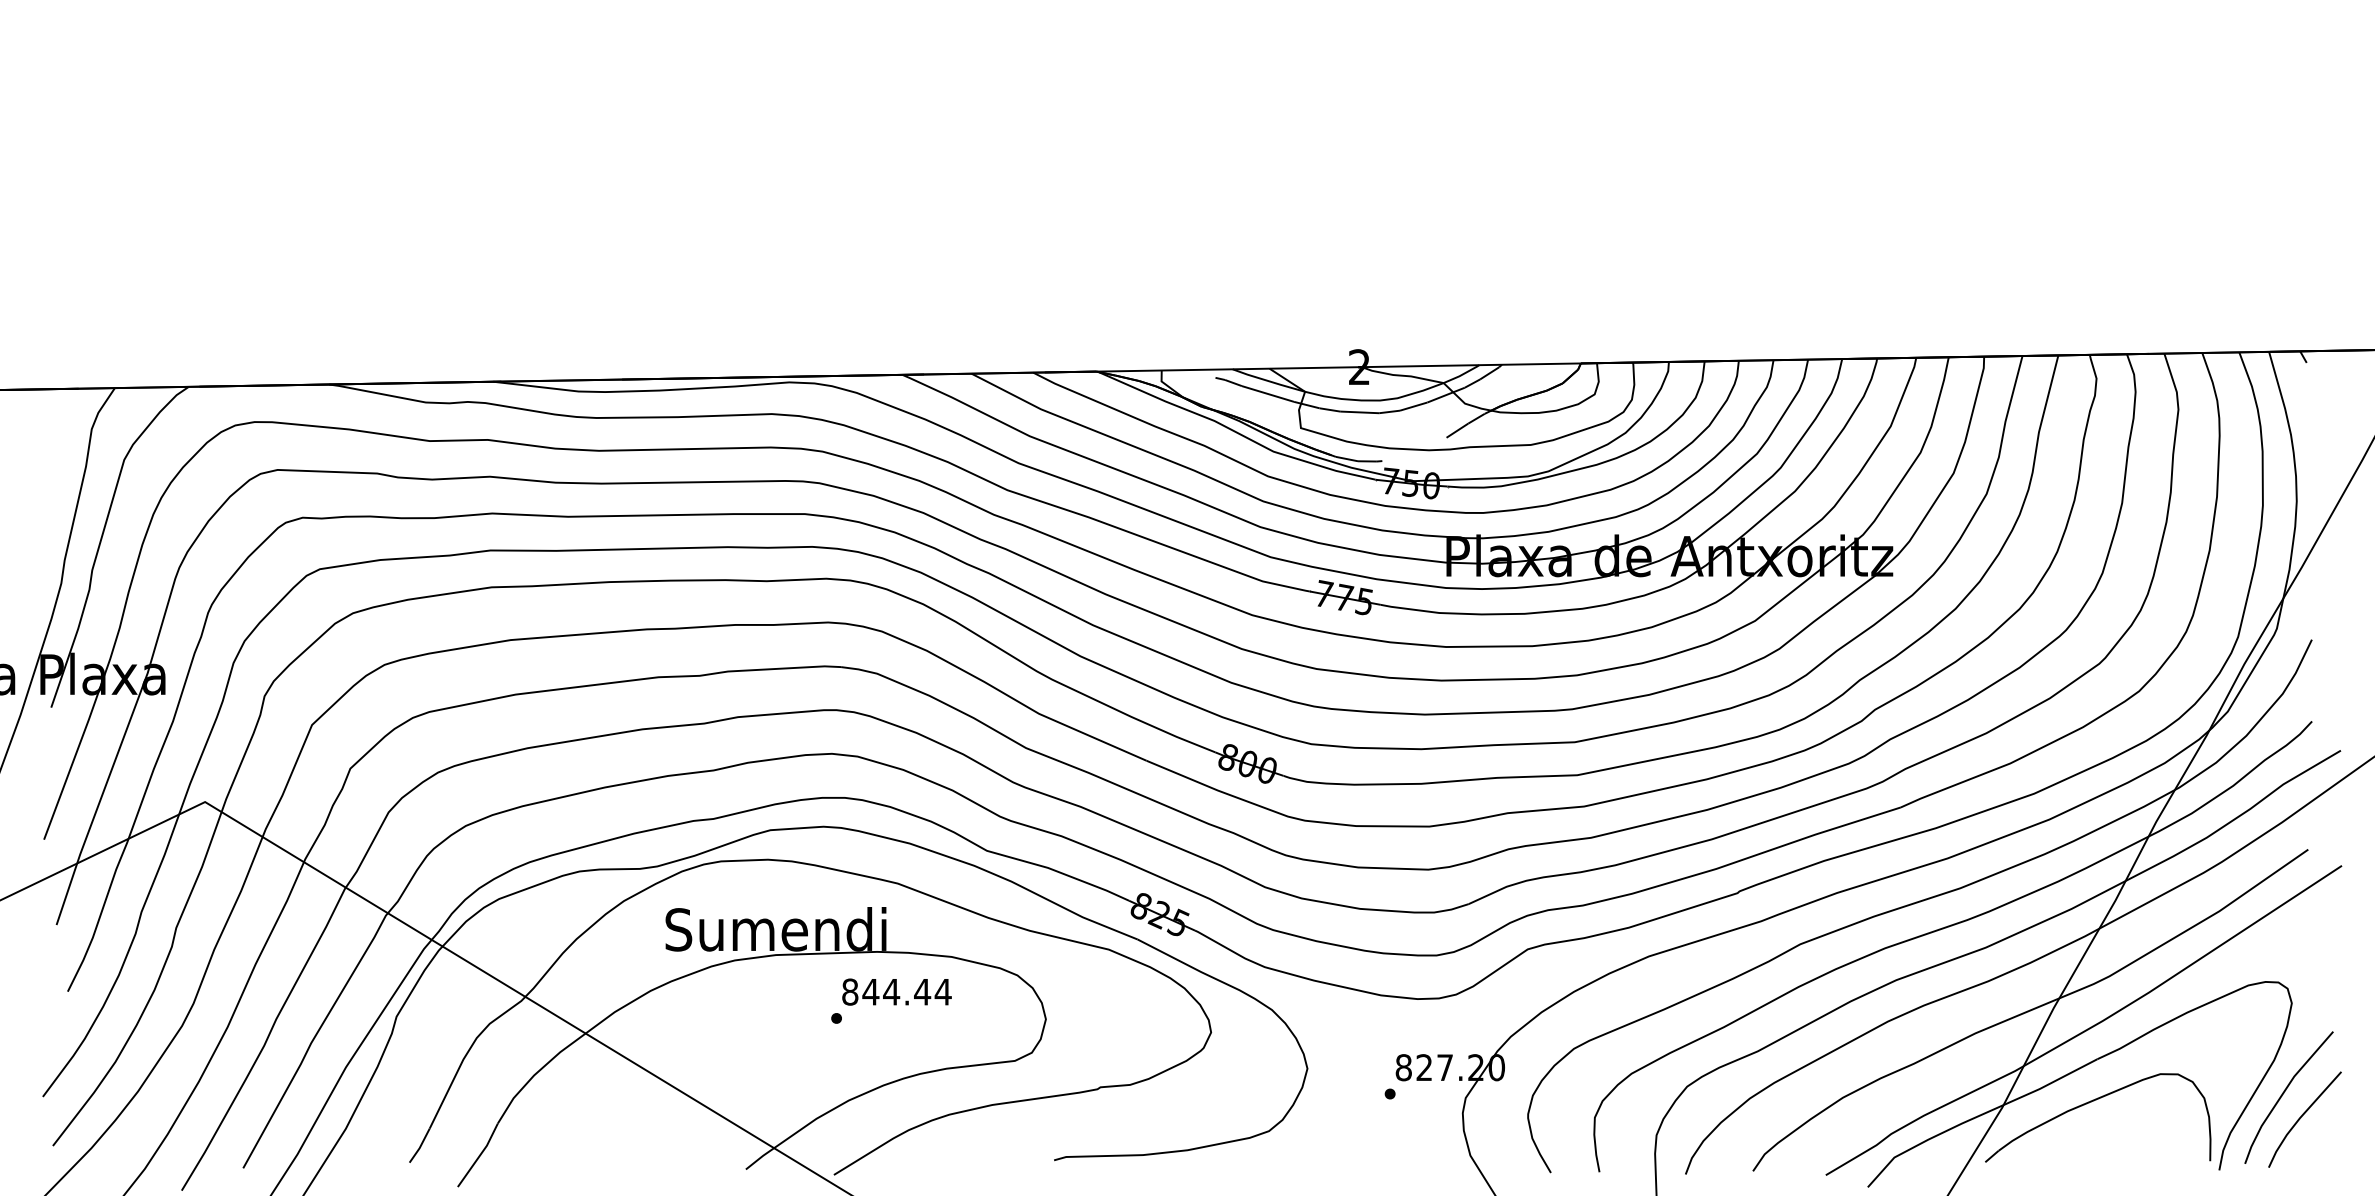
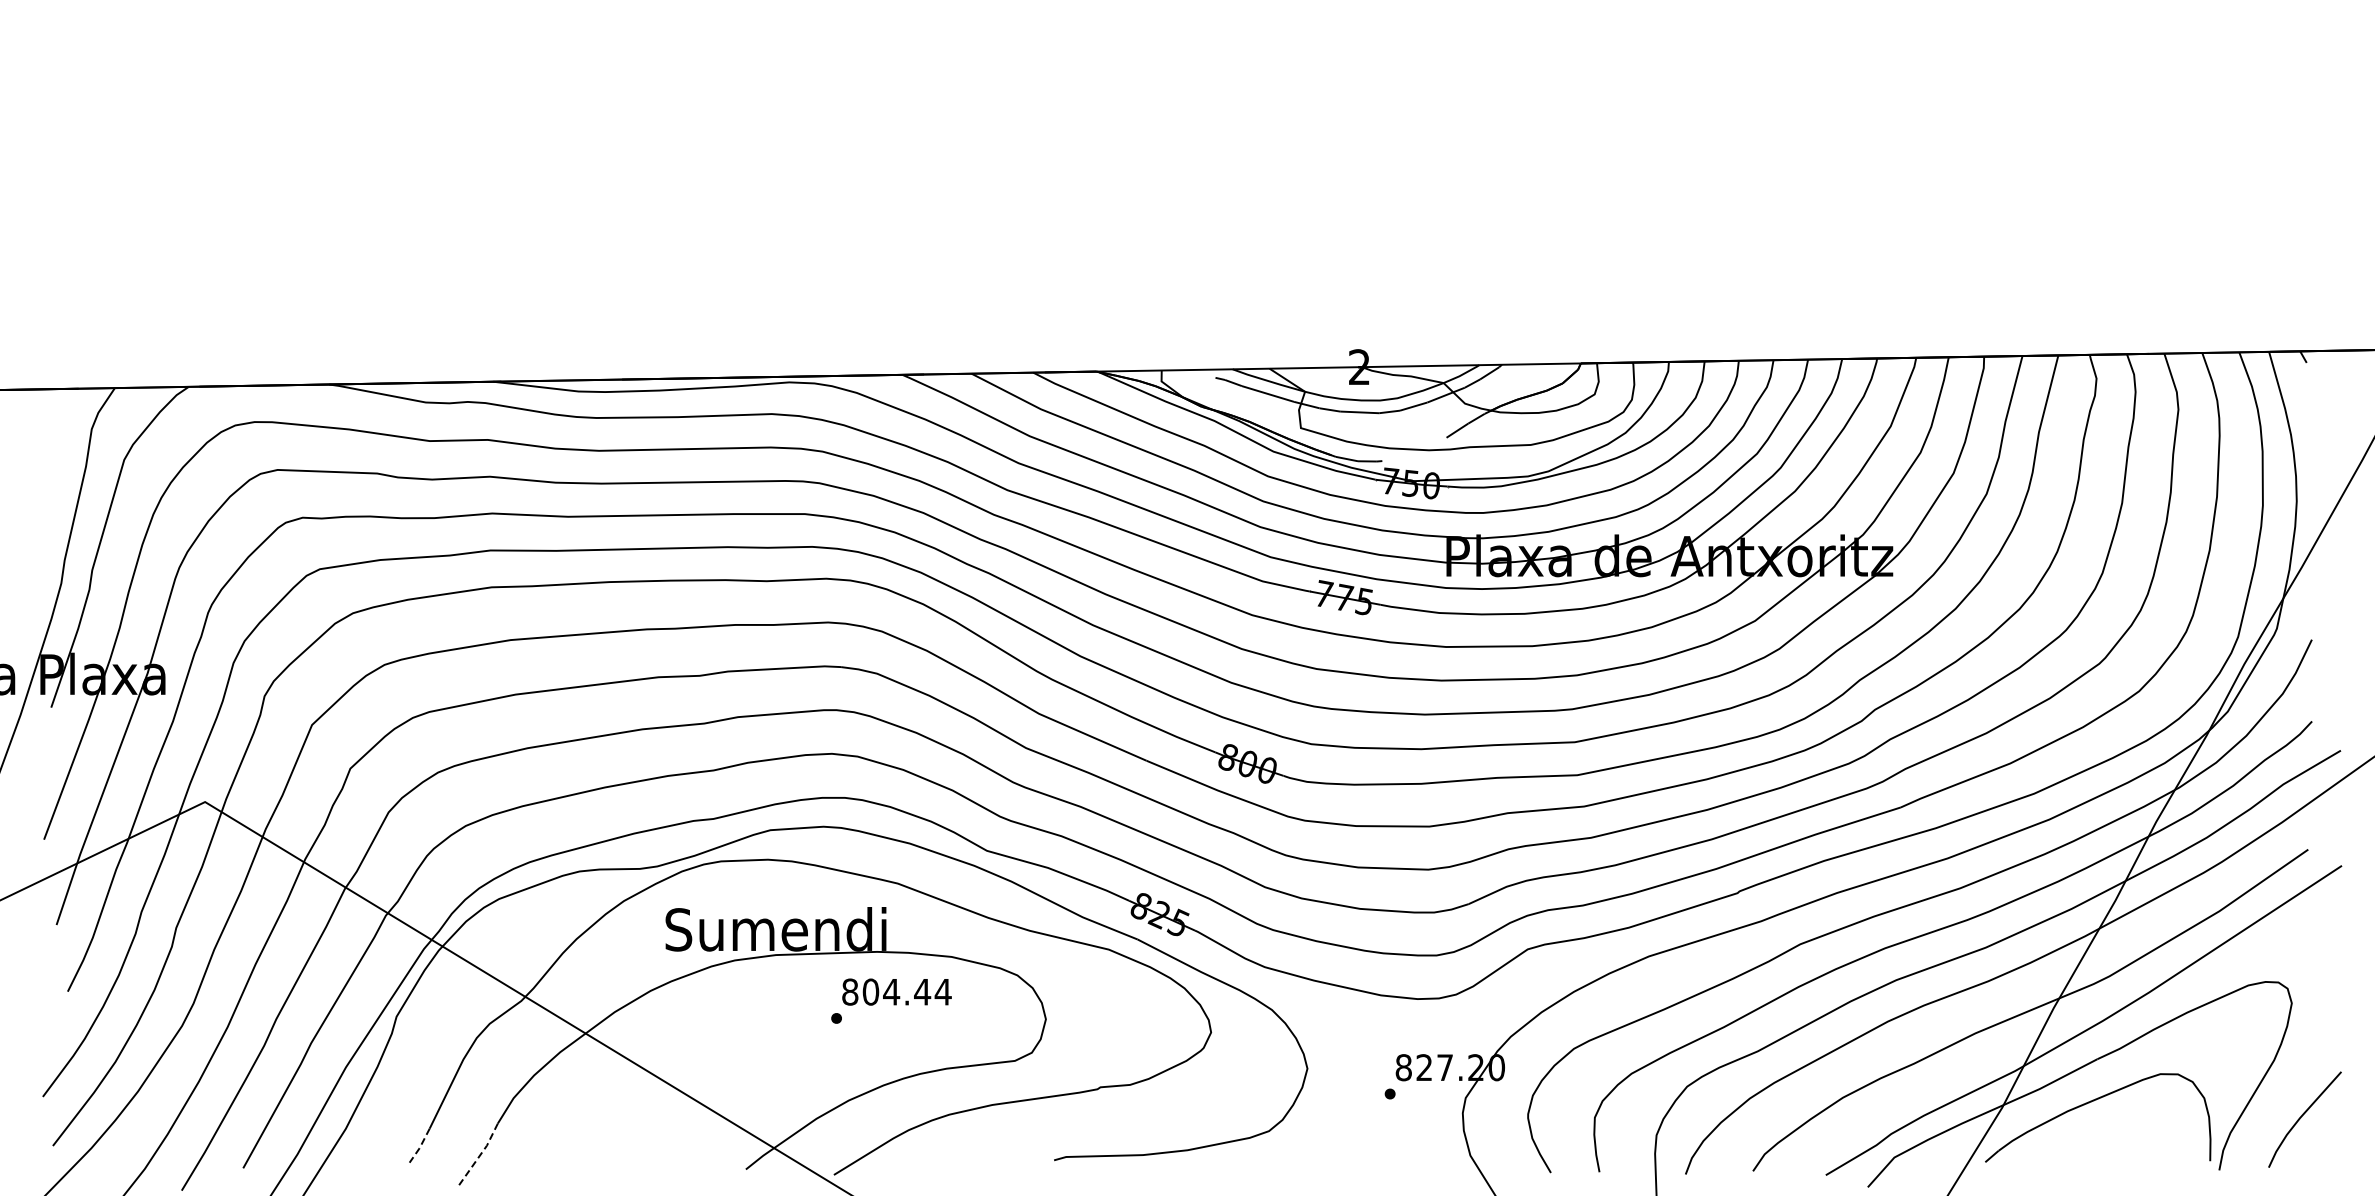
text at (870, 991): 844.44 -> 804.44
line at (2284, 1093): present -> none
line at (420, 1146): solid -> dashed
line at (479, 1156): solid -> dashed
